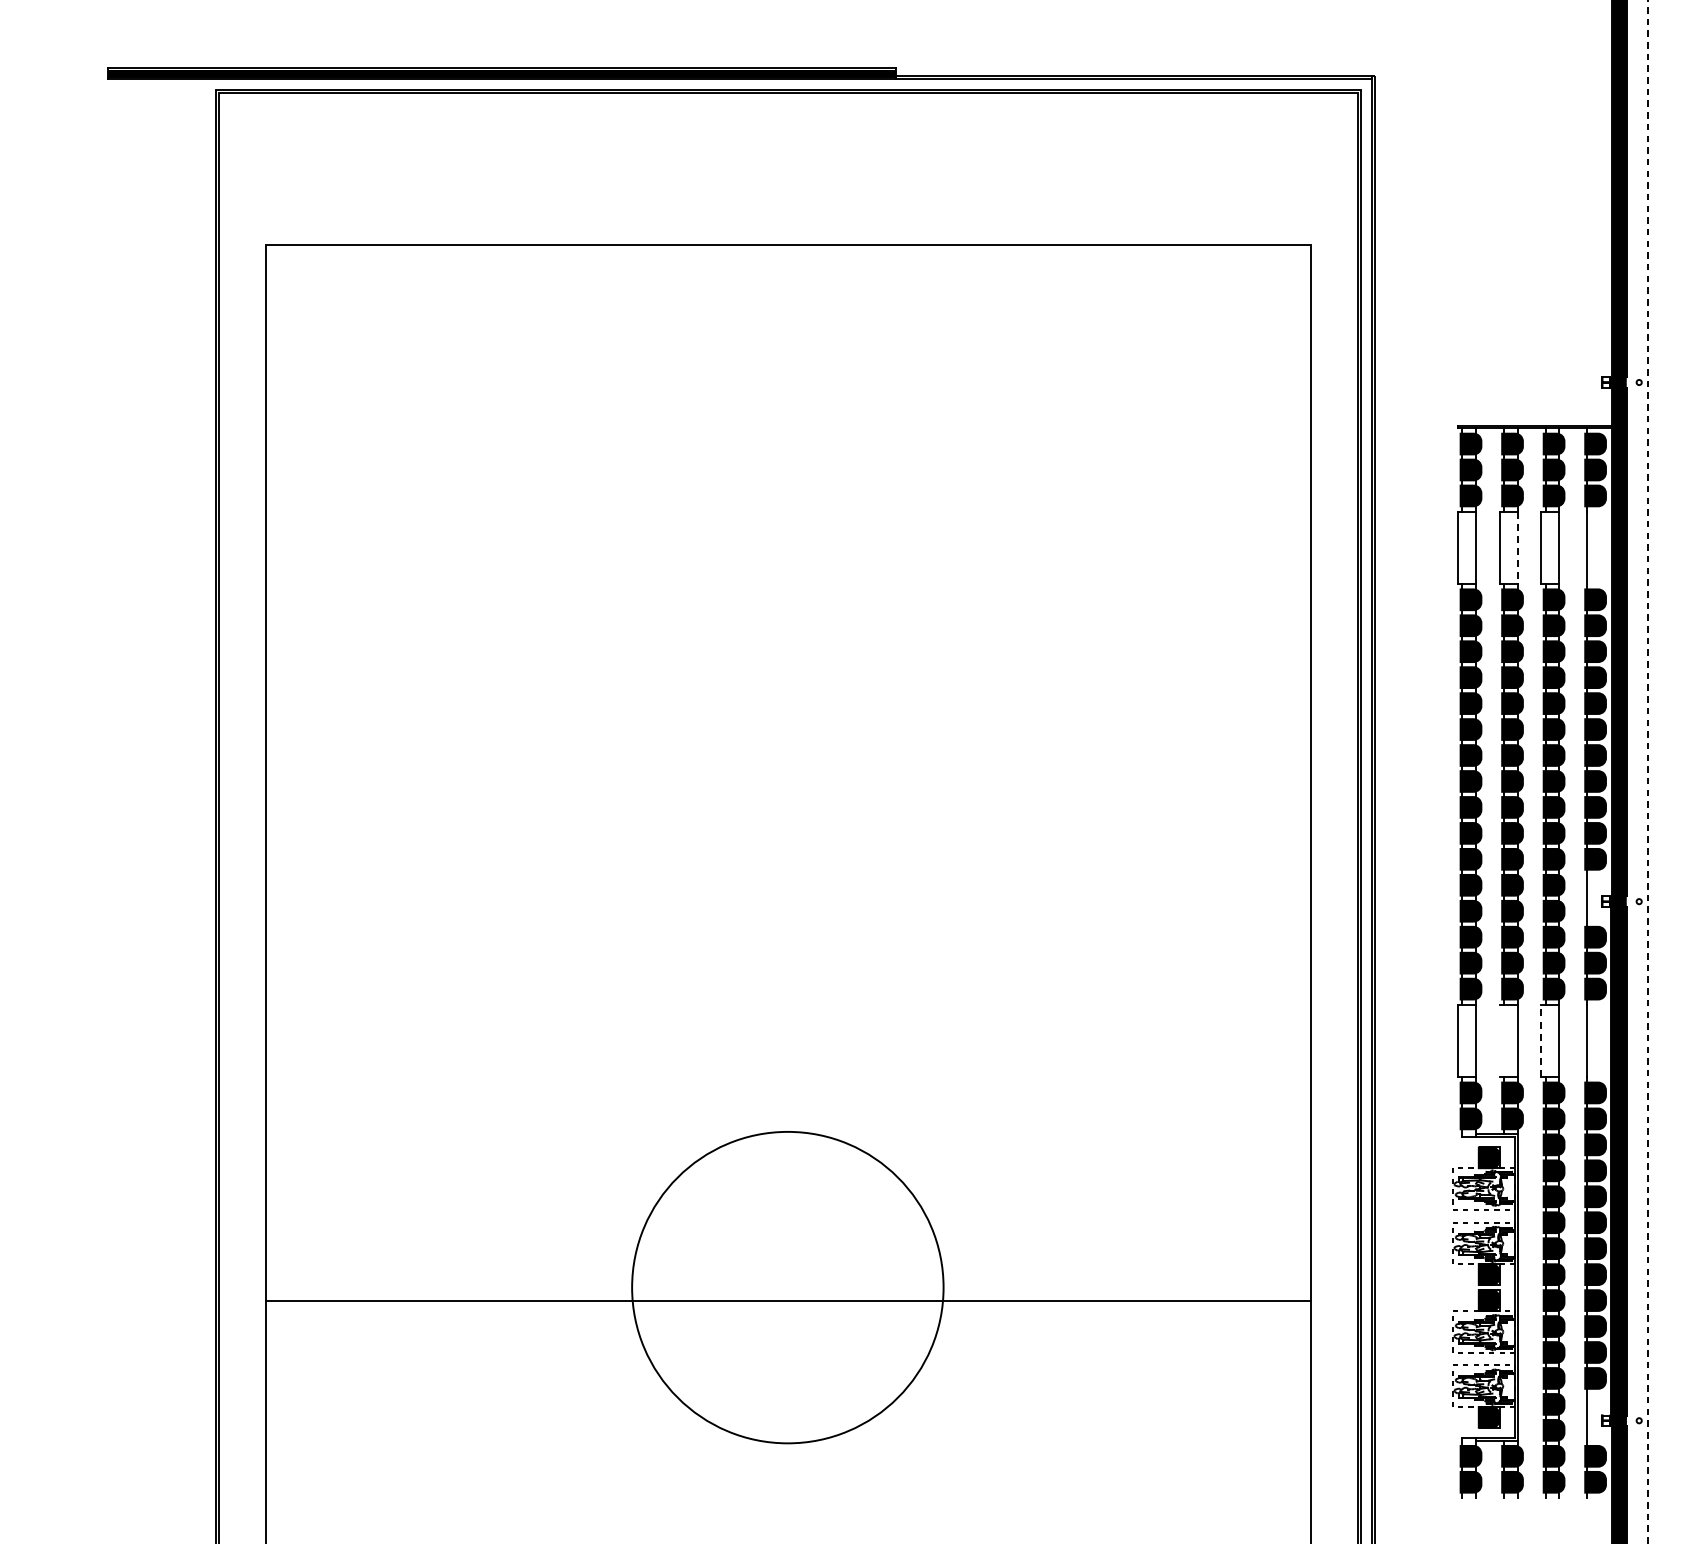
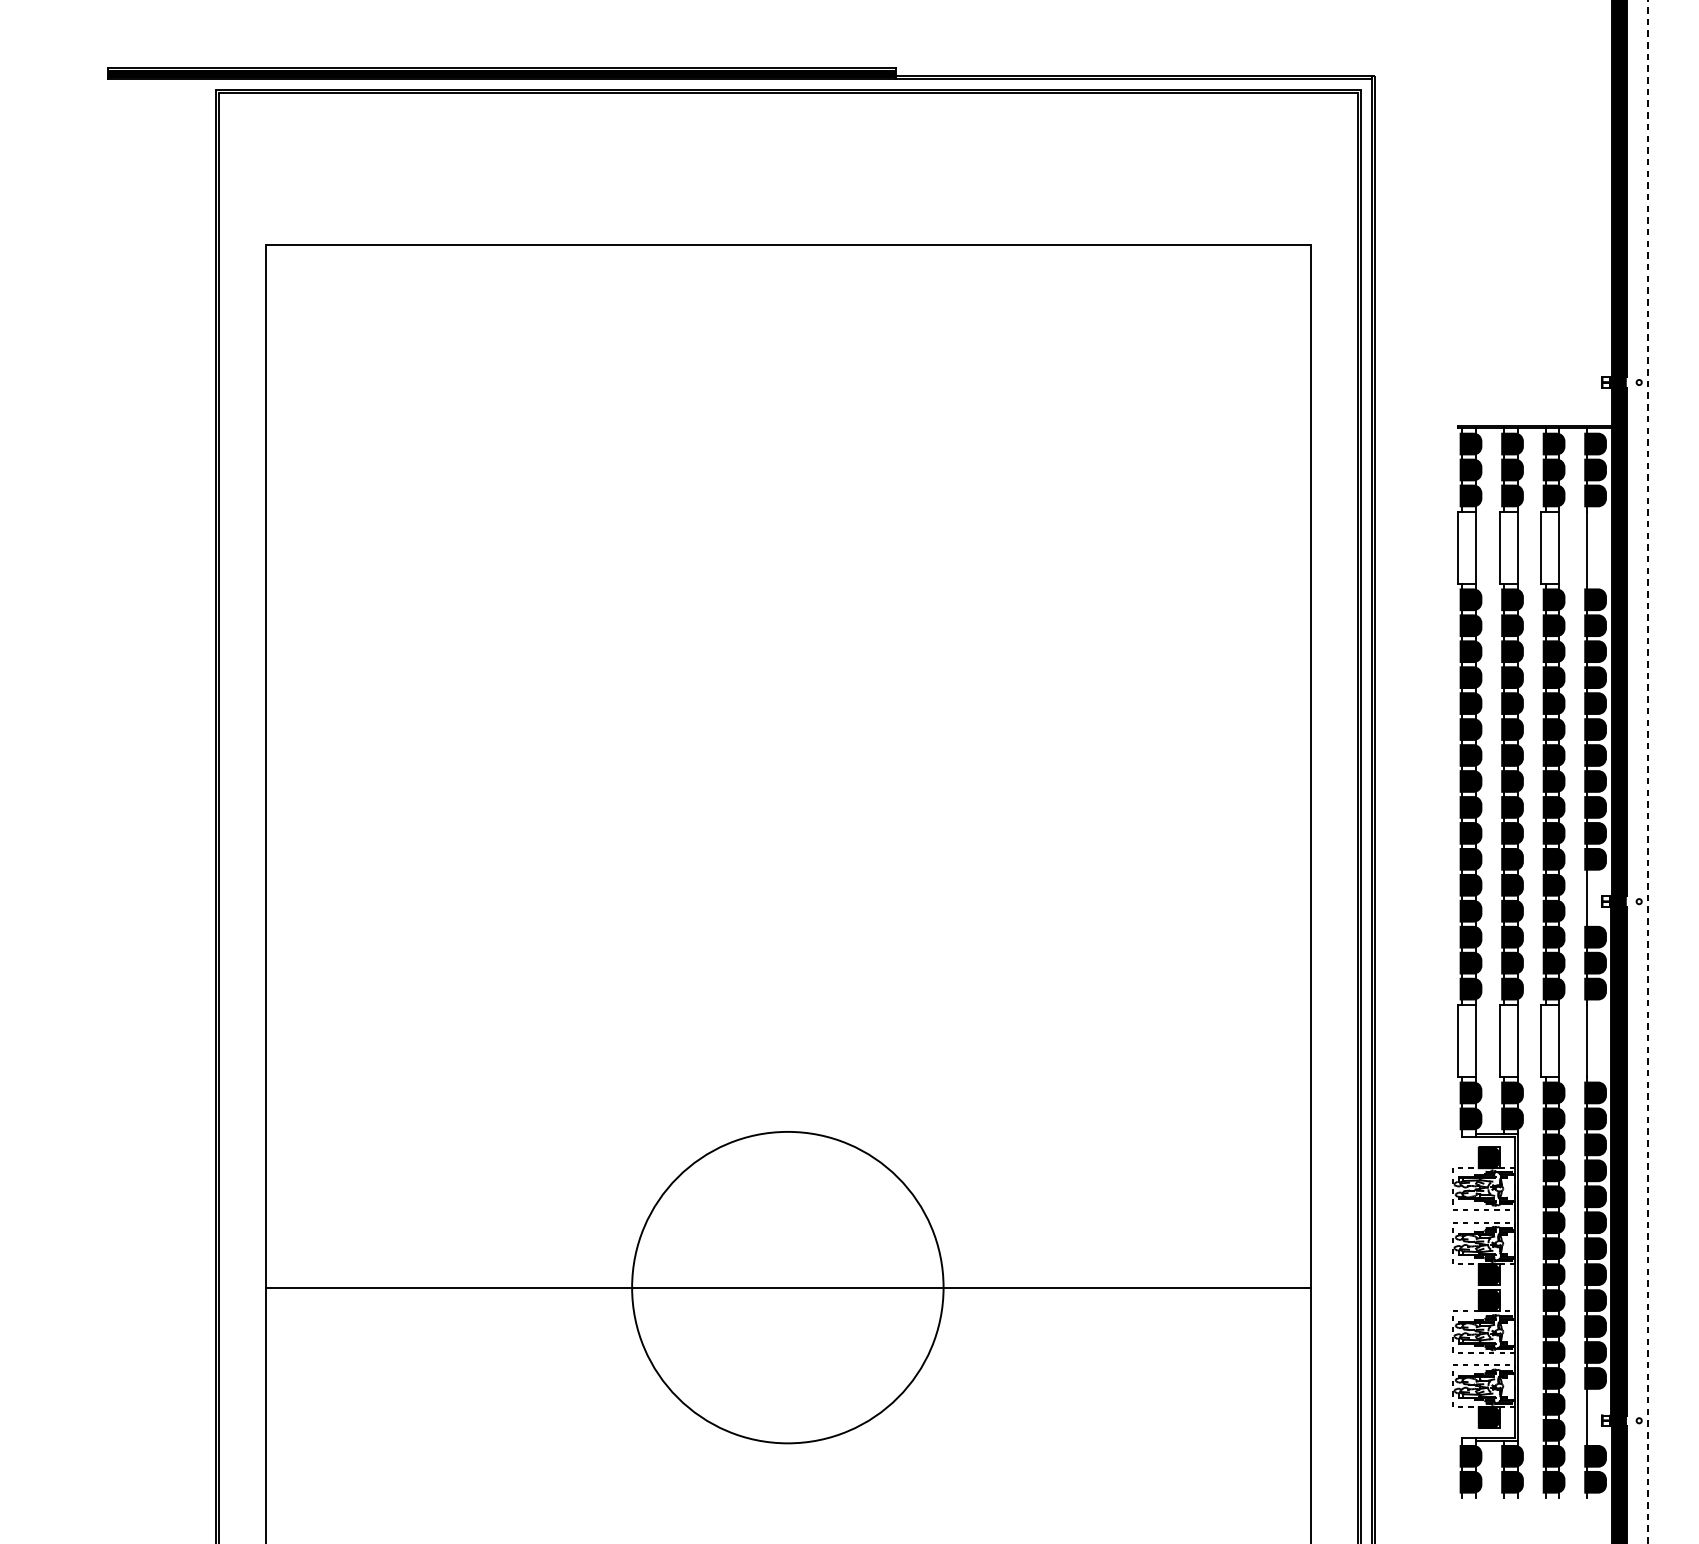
line at (1517, 548): dashed -> solid
line at (1499, 1040): none -> present
line at (1541, 1040): dashed -> solid
line at (788, 1300) position: (788, 1300) -> (788, 1287)
